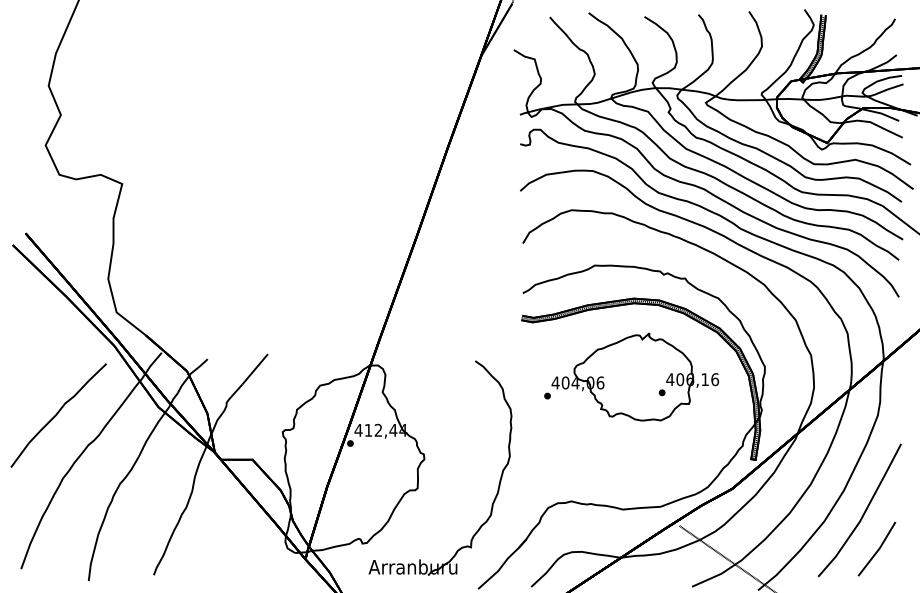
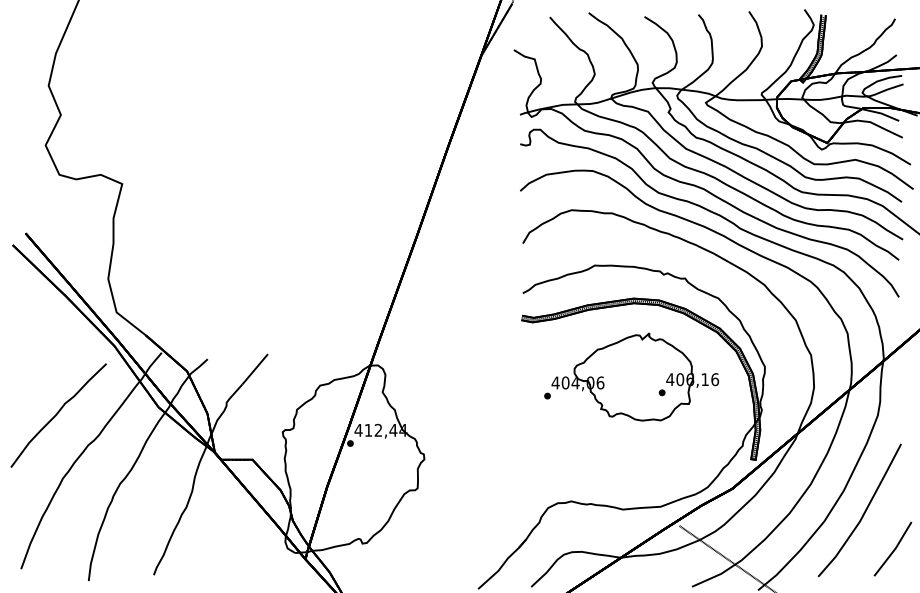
part at (499, 479): present -> none
line at (877, 549) position: (877, 549) -> (893, 549)
